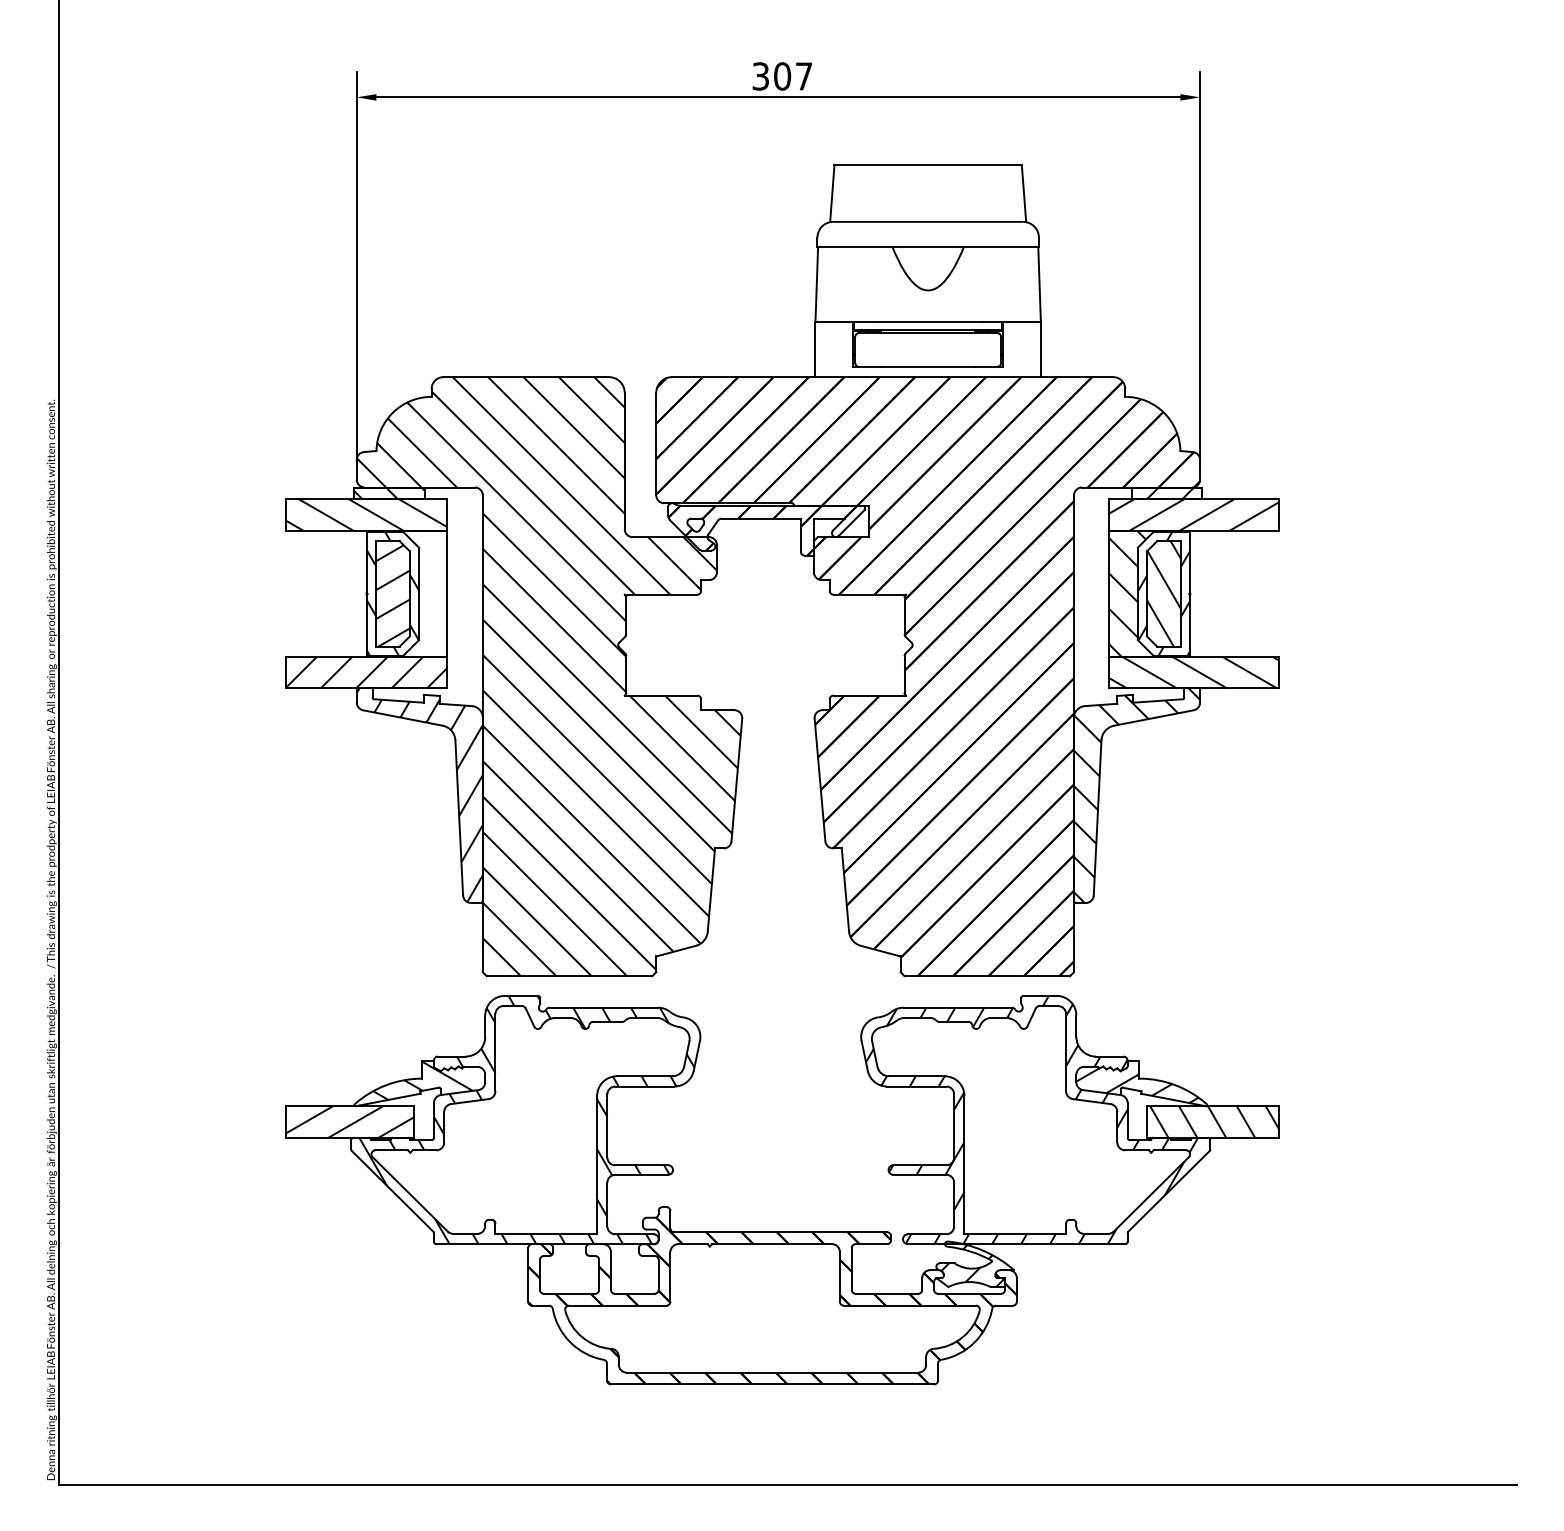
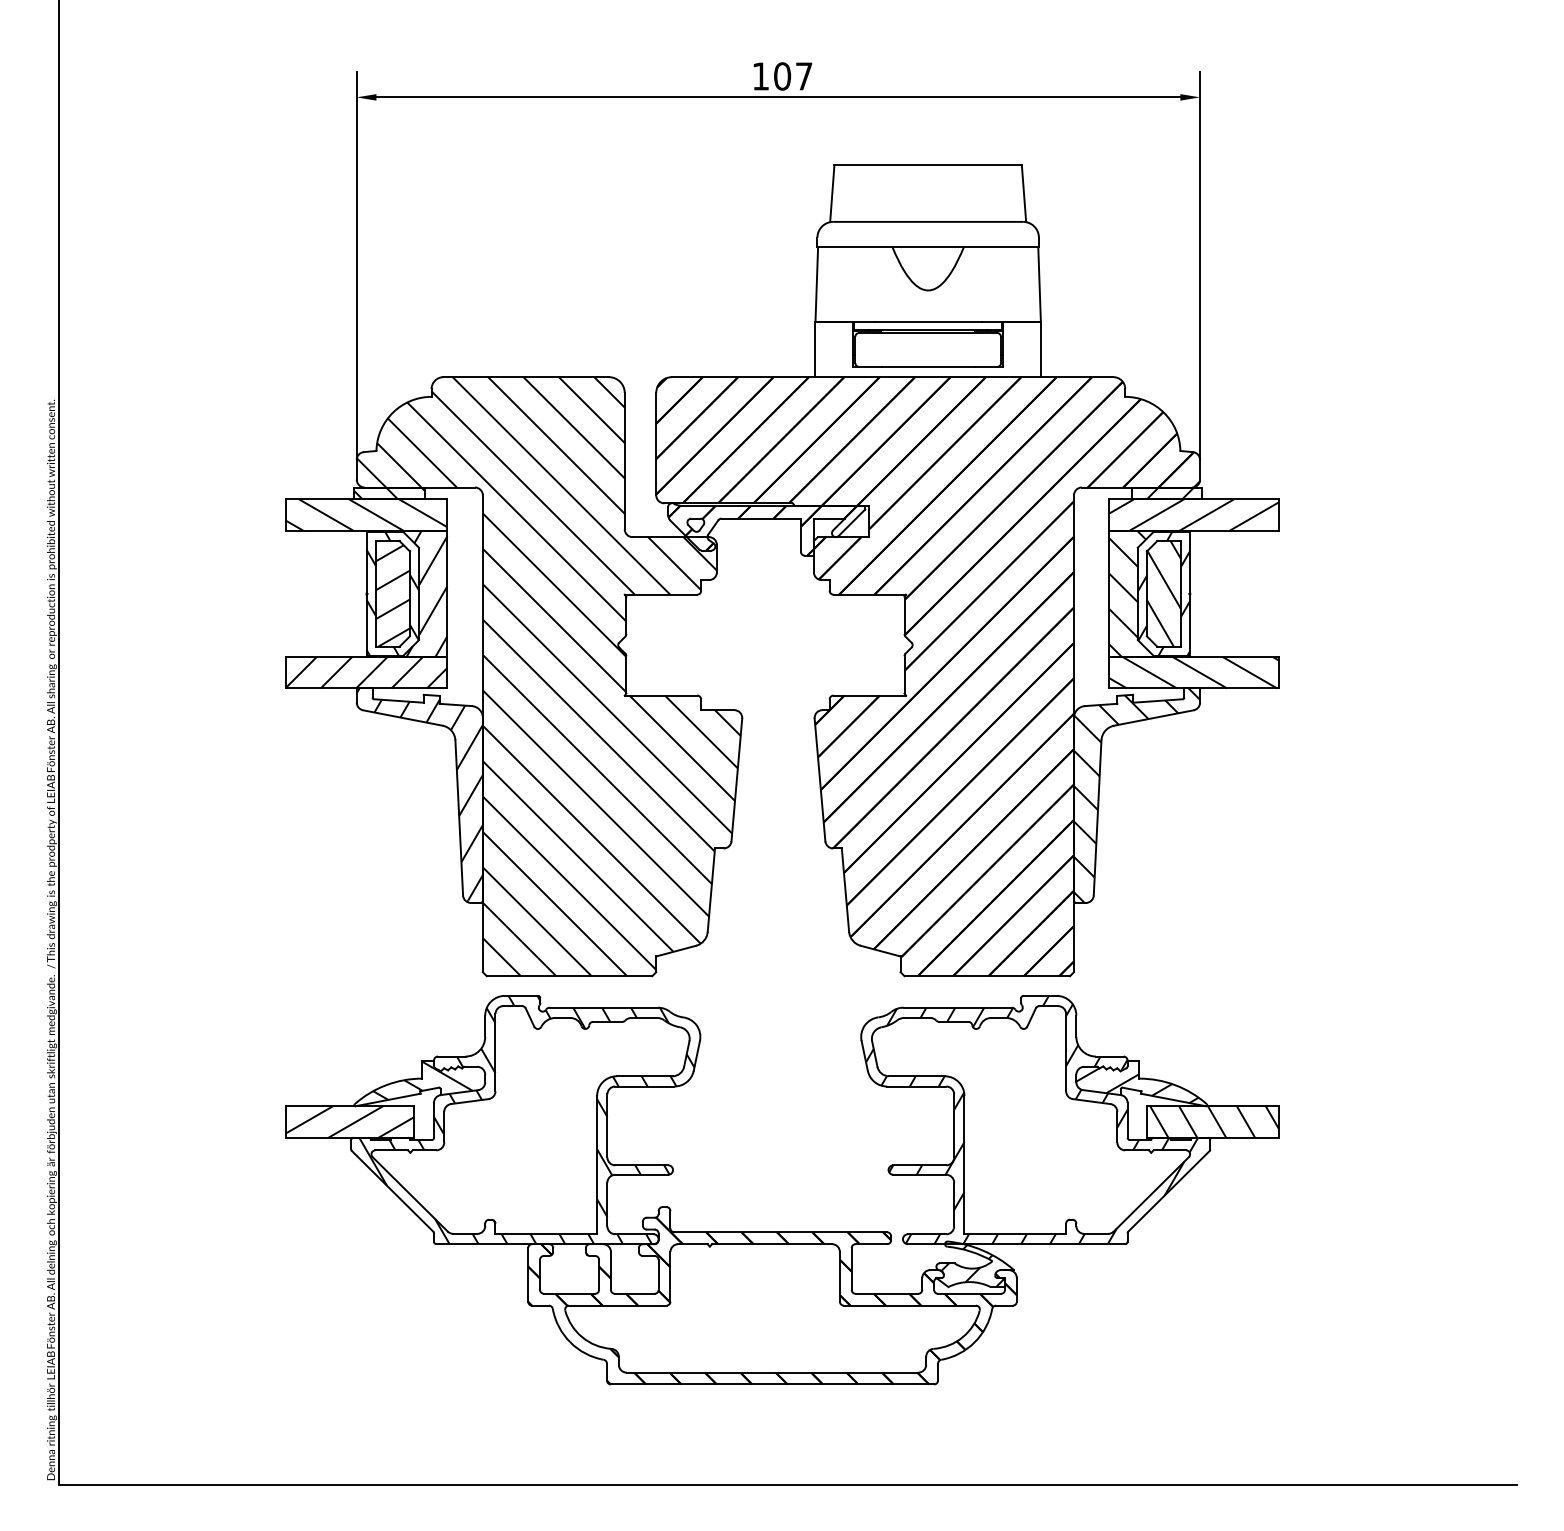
text at (760, 76): 307 -> 107
hatch at (412, 593): none -> present
